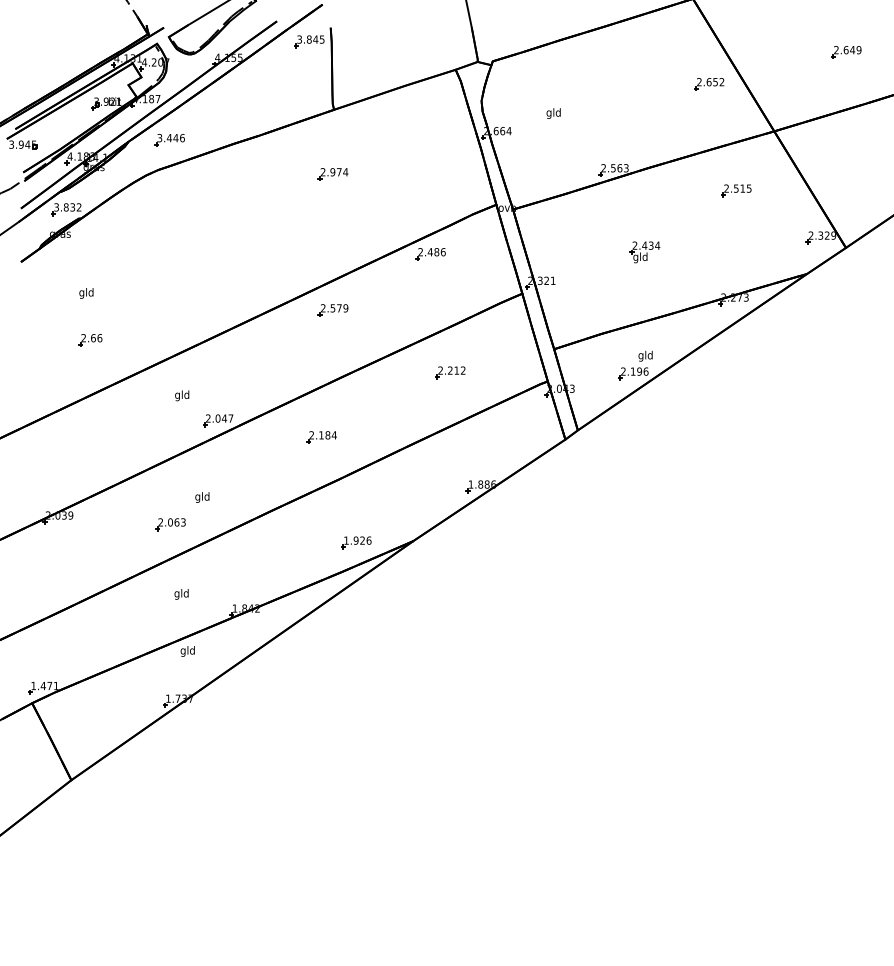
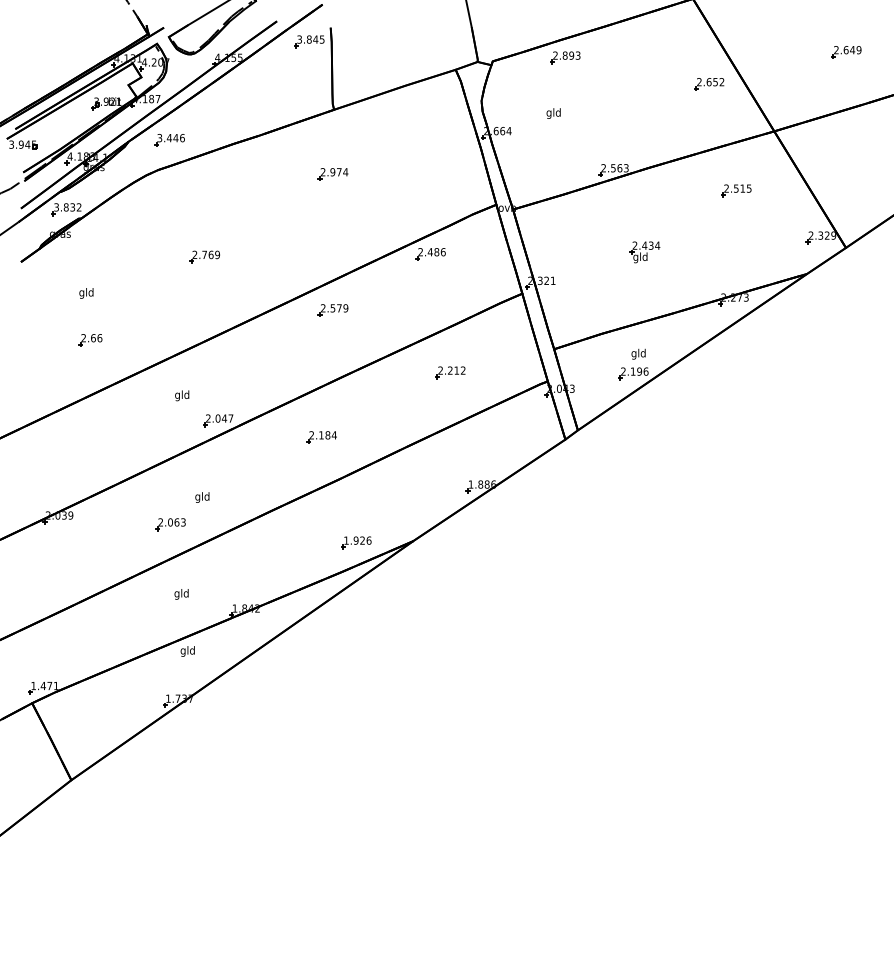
part at (565, 57): none -> present
part at (204, 256): none -> present
text at (645, 355) position: (645, 355) -> (638, 353)
